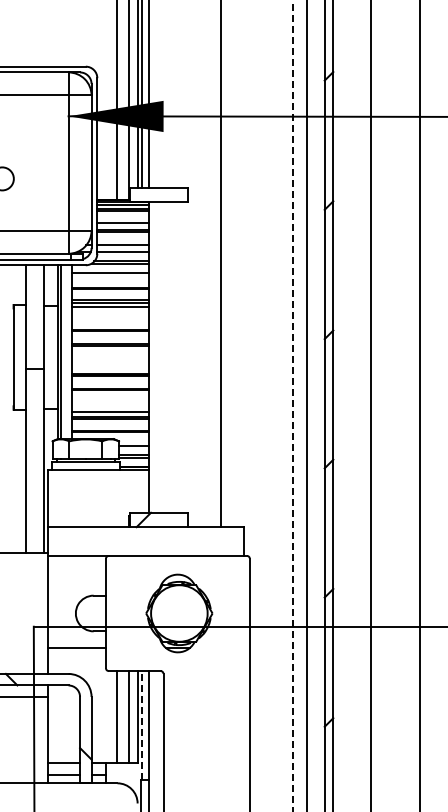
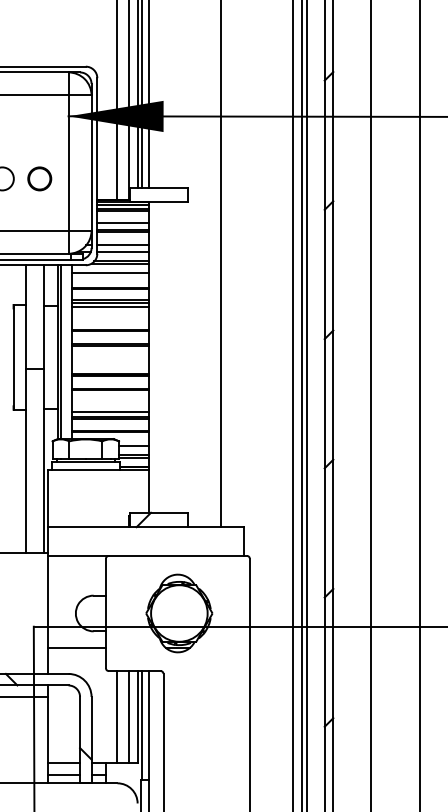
circle at (39, 178): none -> present
line at (301, 405): none -> present
line at (293, 406): dashed -> solid
line at (142, 725): dashed -> solid
